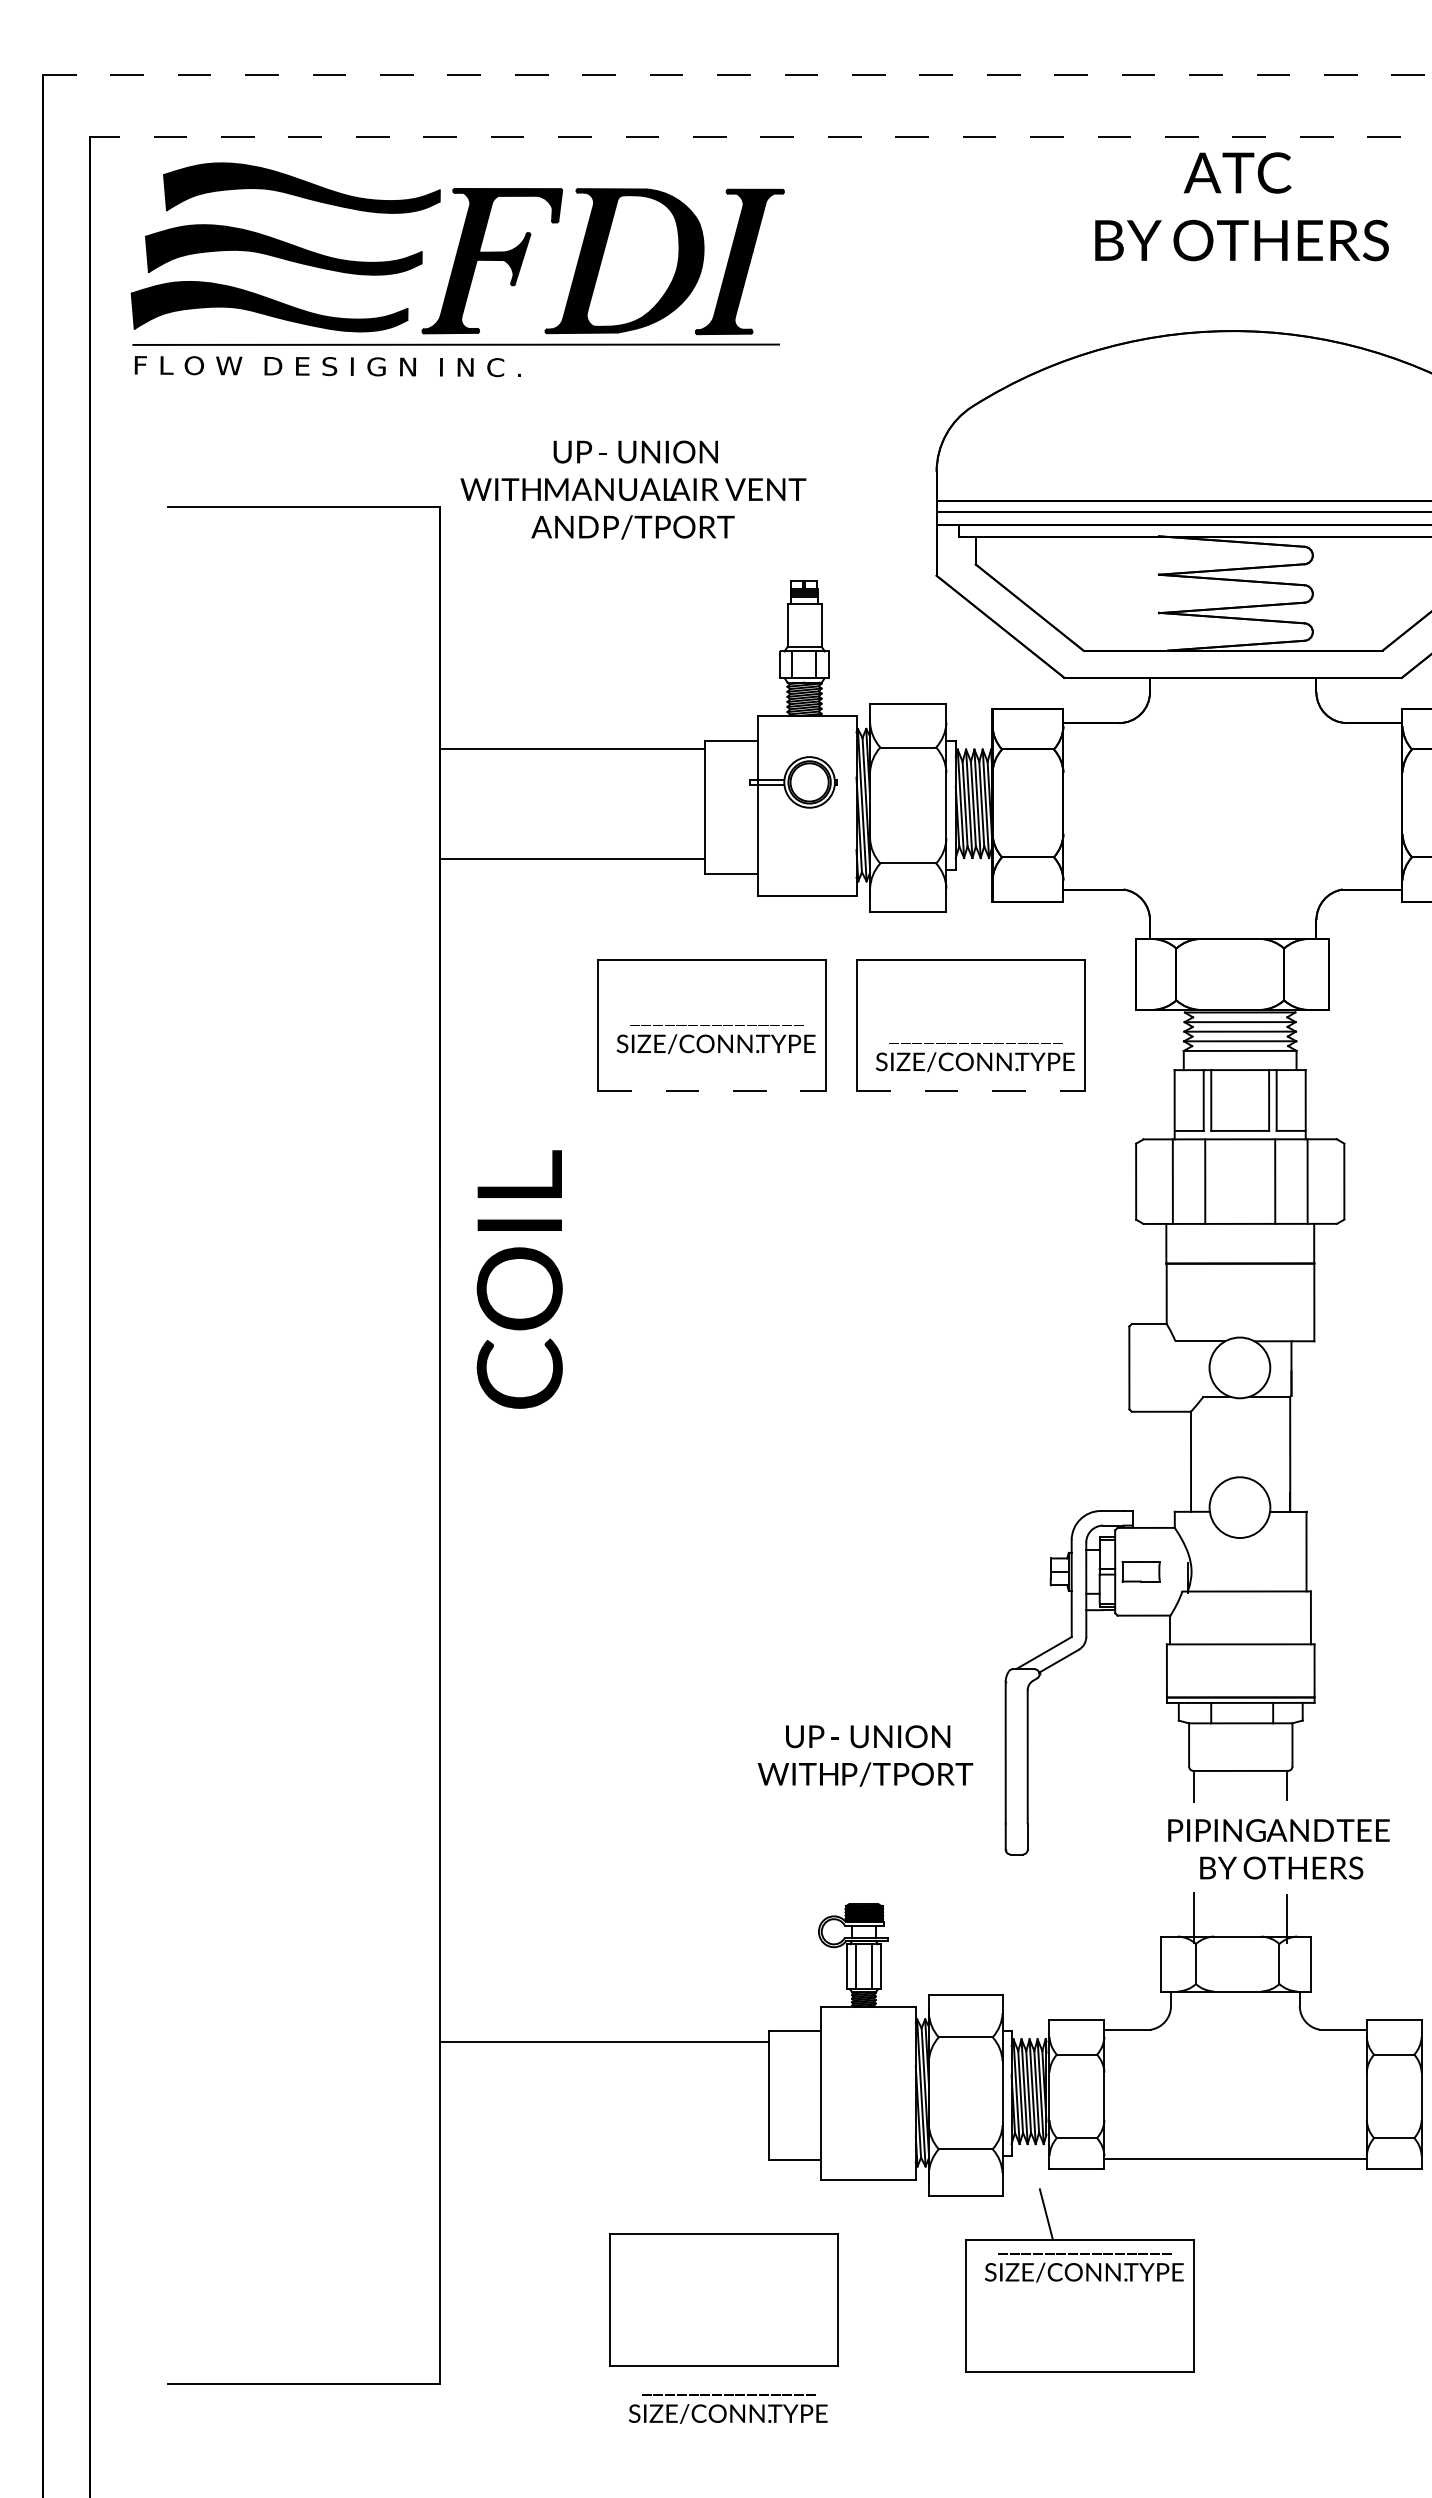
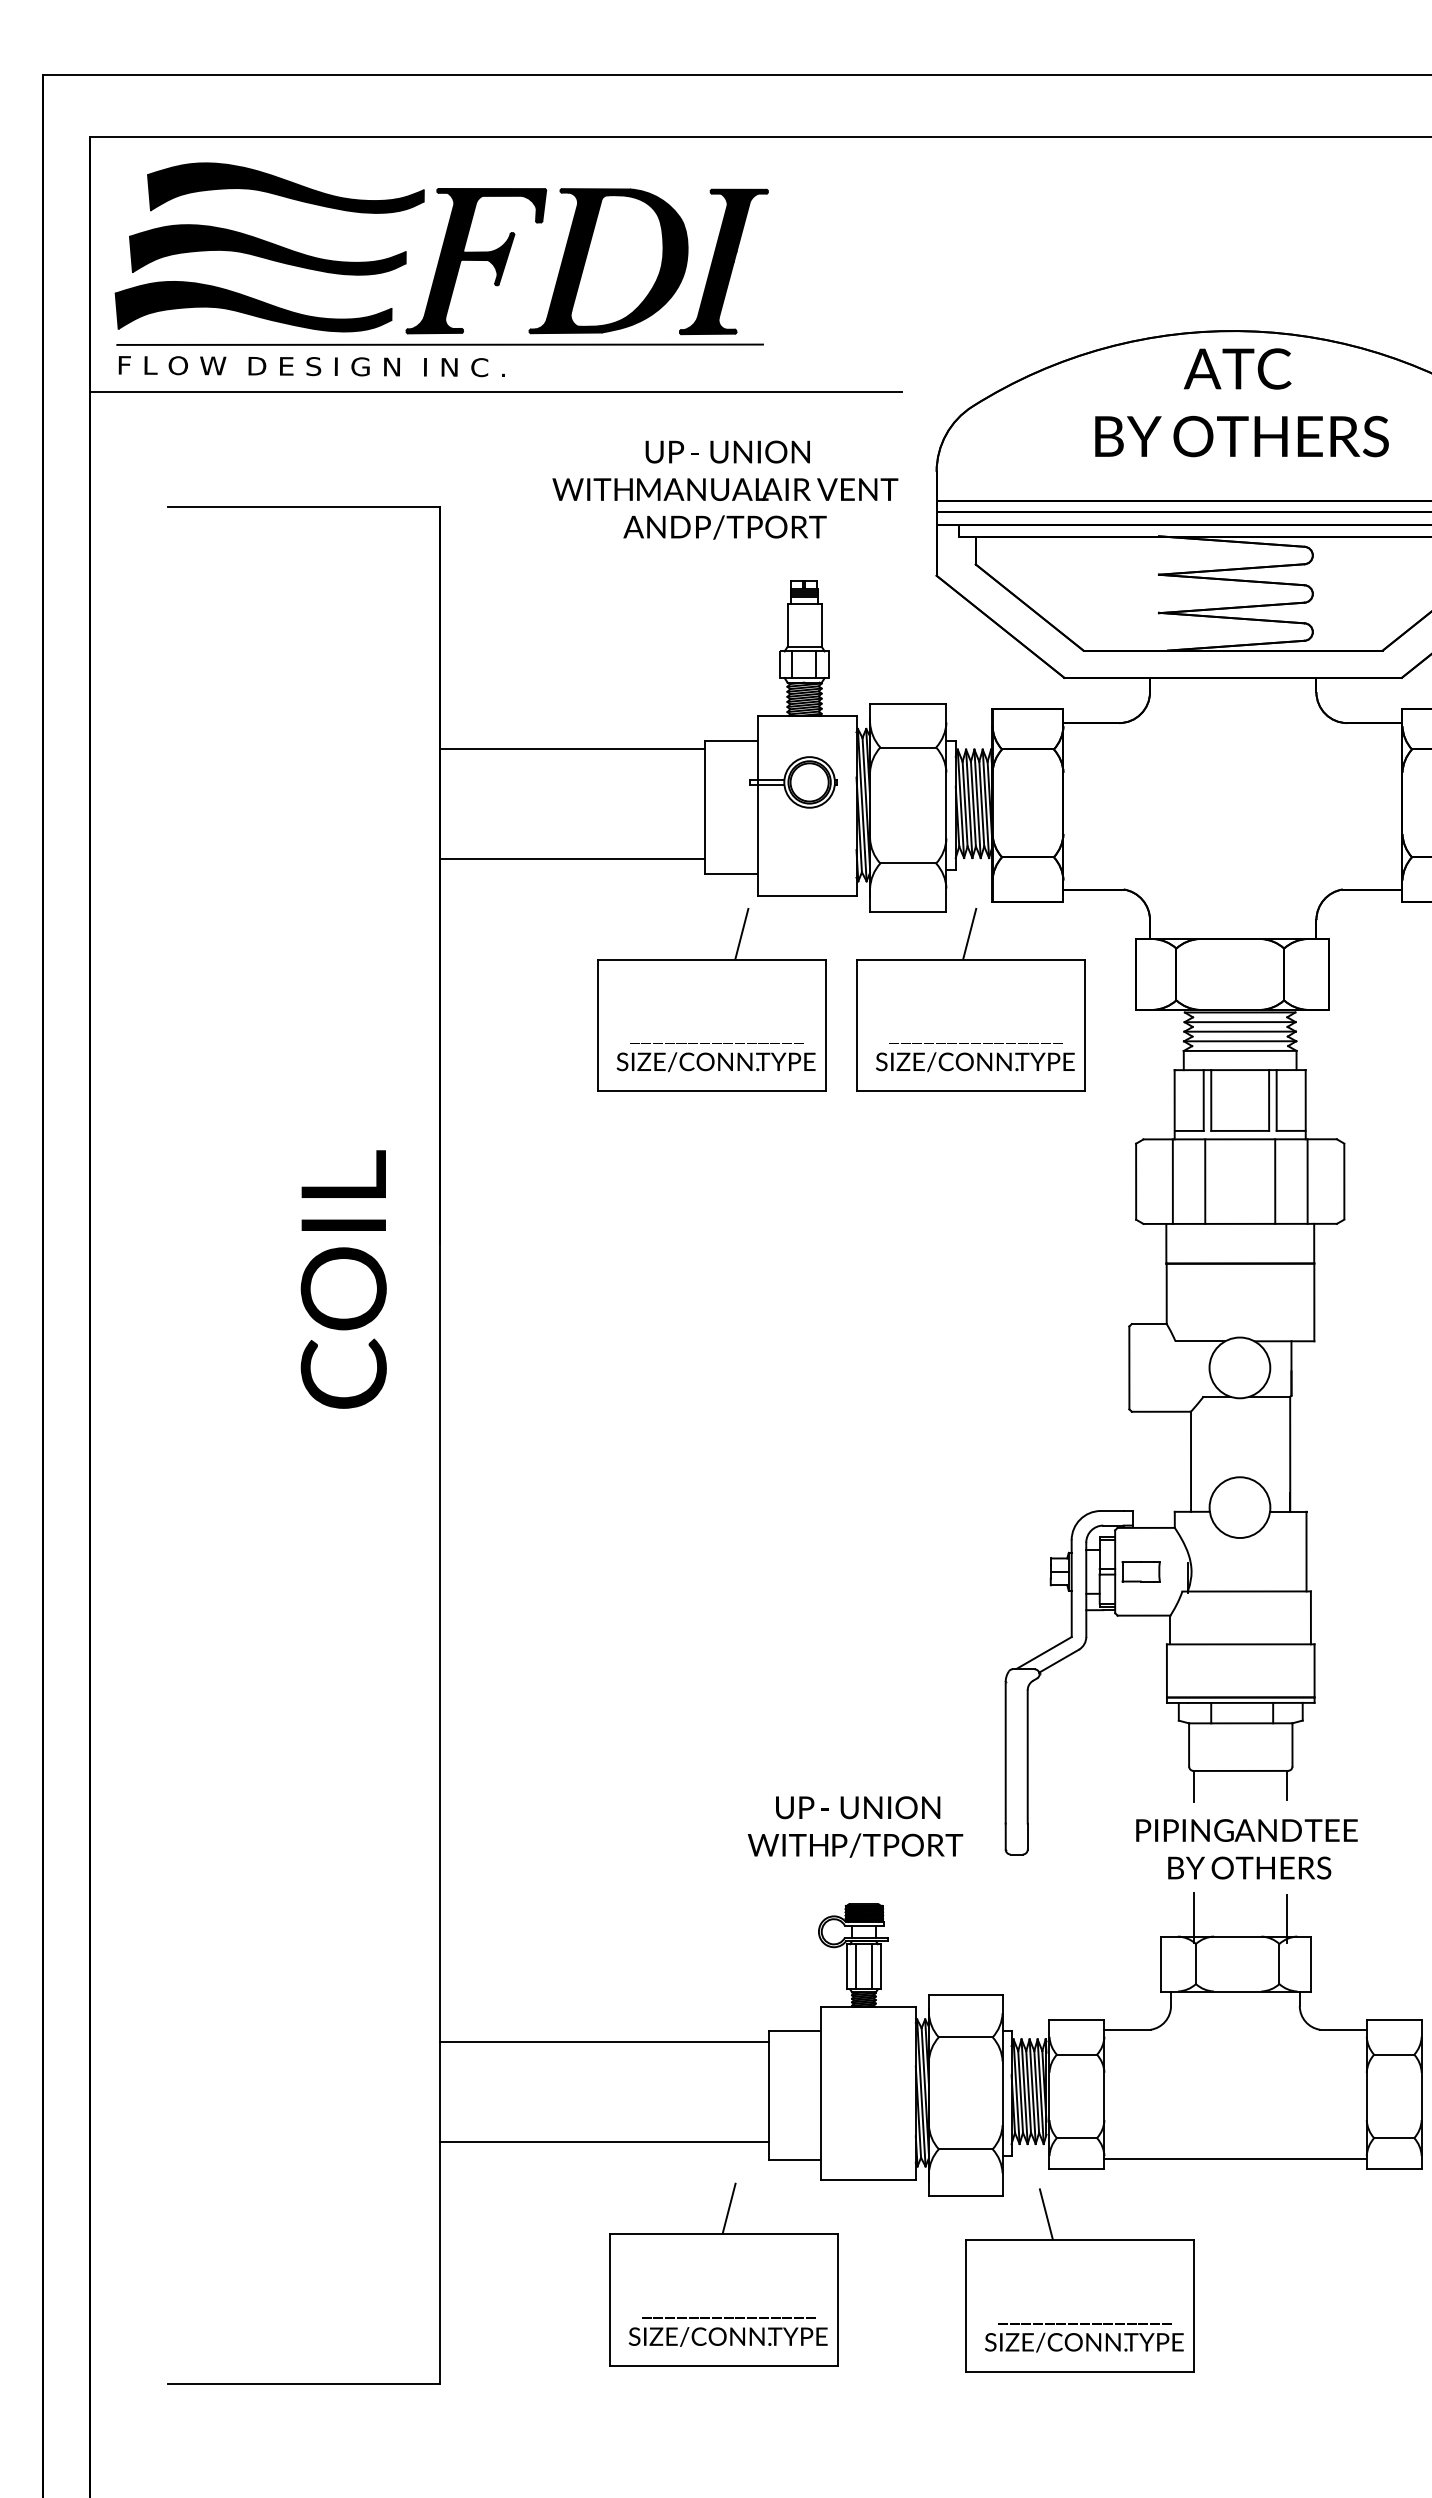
line at (737, 74): dashed -> solid
line at (760, 136): dashed -> solid
text at (1241, 206) position: (1241, 206) -> (1241, 402)
part at (457, 269) position: (457, 269) -> (441, 269)
line at (495, 392): none -> present
text at (633, 489) position: (633, 489) -> (725, 489)
line at (741, 933): none -> present
line at (969, 933): none -> present
text at (715, 1039) position: (715, 1039) -> (715, 1057)
line at (712, 1091): dashed -> solid
line at (971, 1091): dashed -> solid
text at (519, 1279) position: (519, 1279) -> (343, 1279)
text at (865, 1755) position: (865, 1755) -> (855, 1826)
text at (1278, 1849) position: (1278, 1849) -> (1246, 1849)
line at (604, 2142): none -> present
line at (728, 2208): none -> present
text at (1084, 2267) position: (1084, 2267) -> (1084, 2337)
text at (727, 2408) position: (727, 2408) -> (727, 2331)
